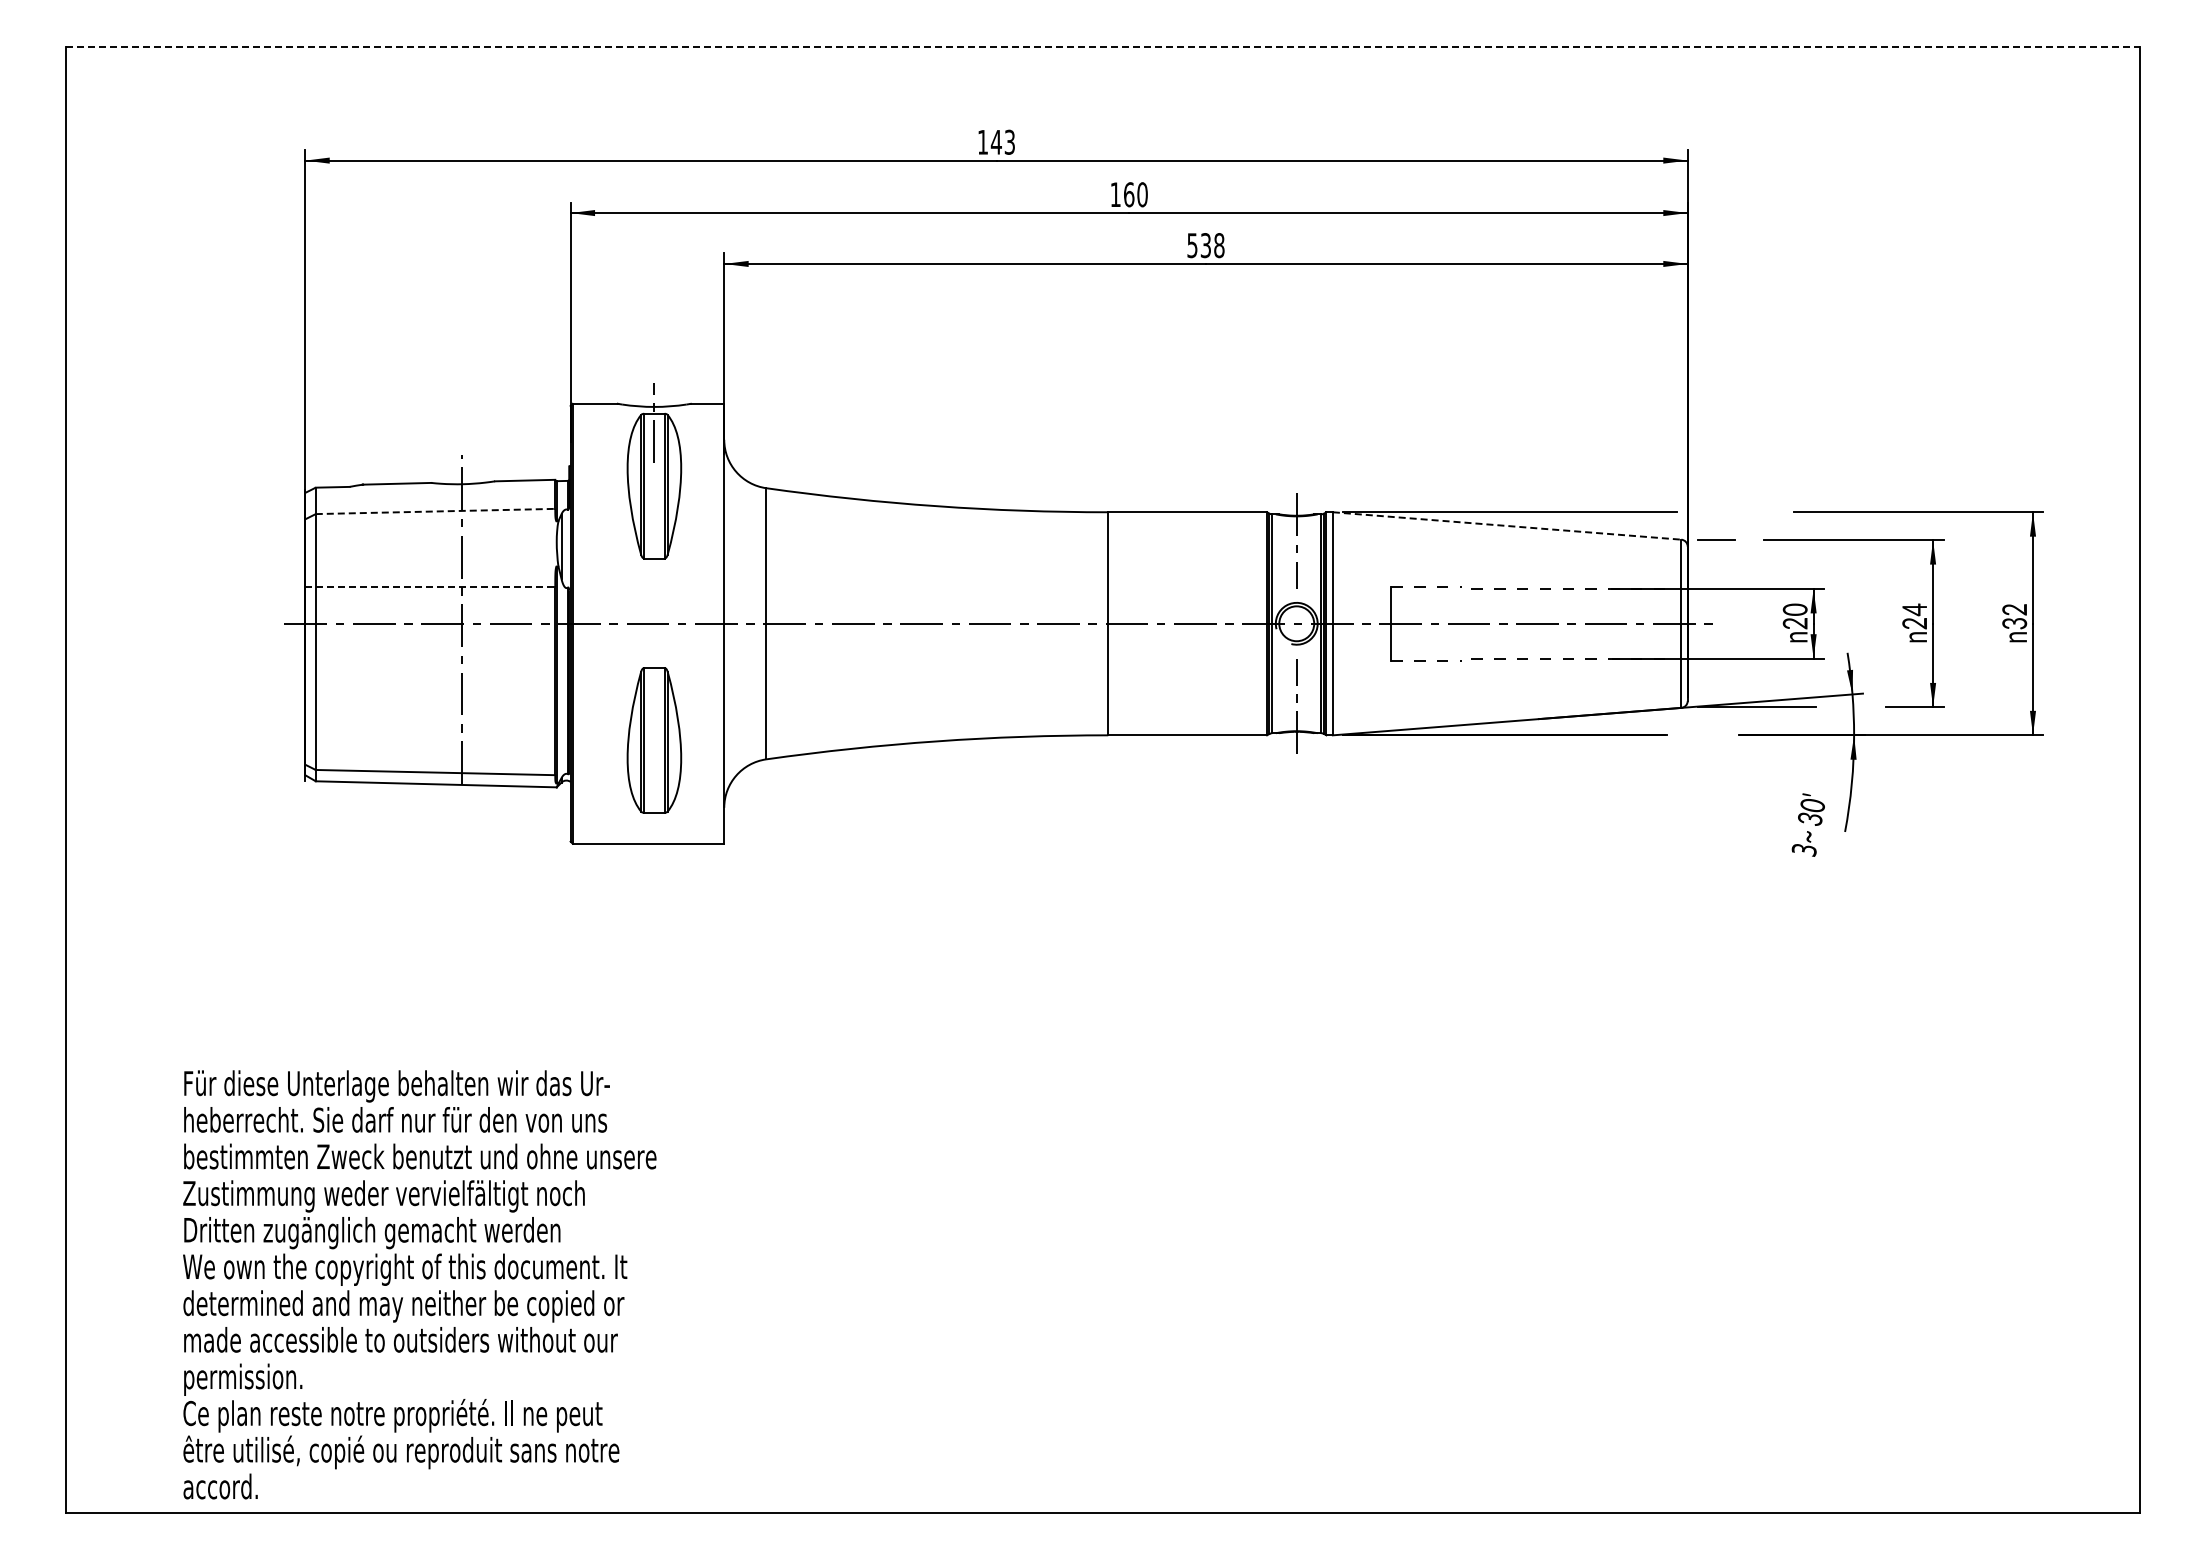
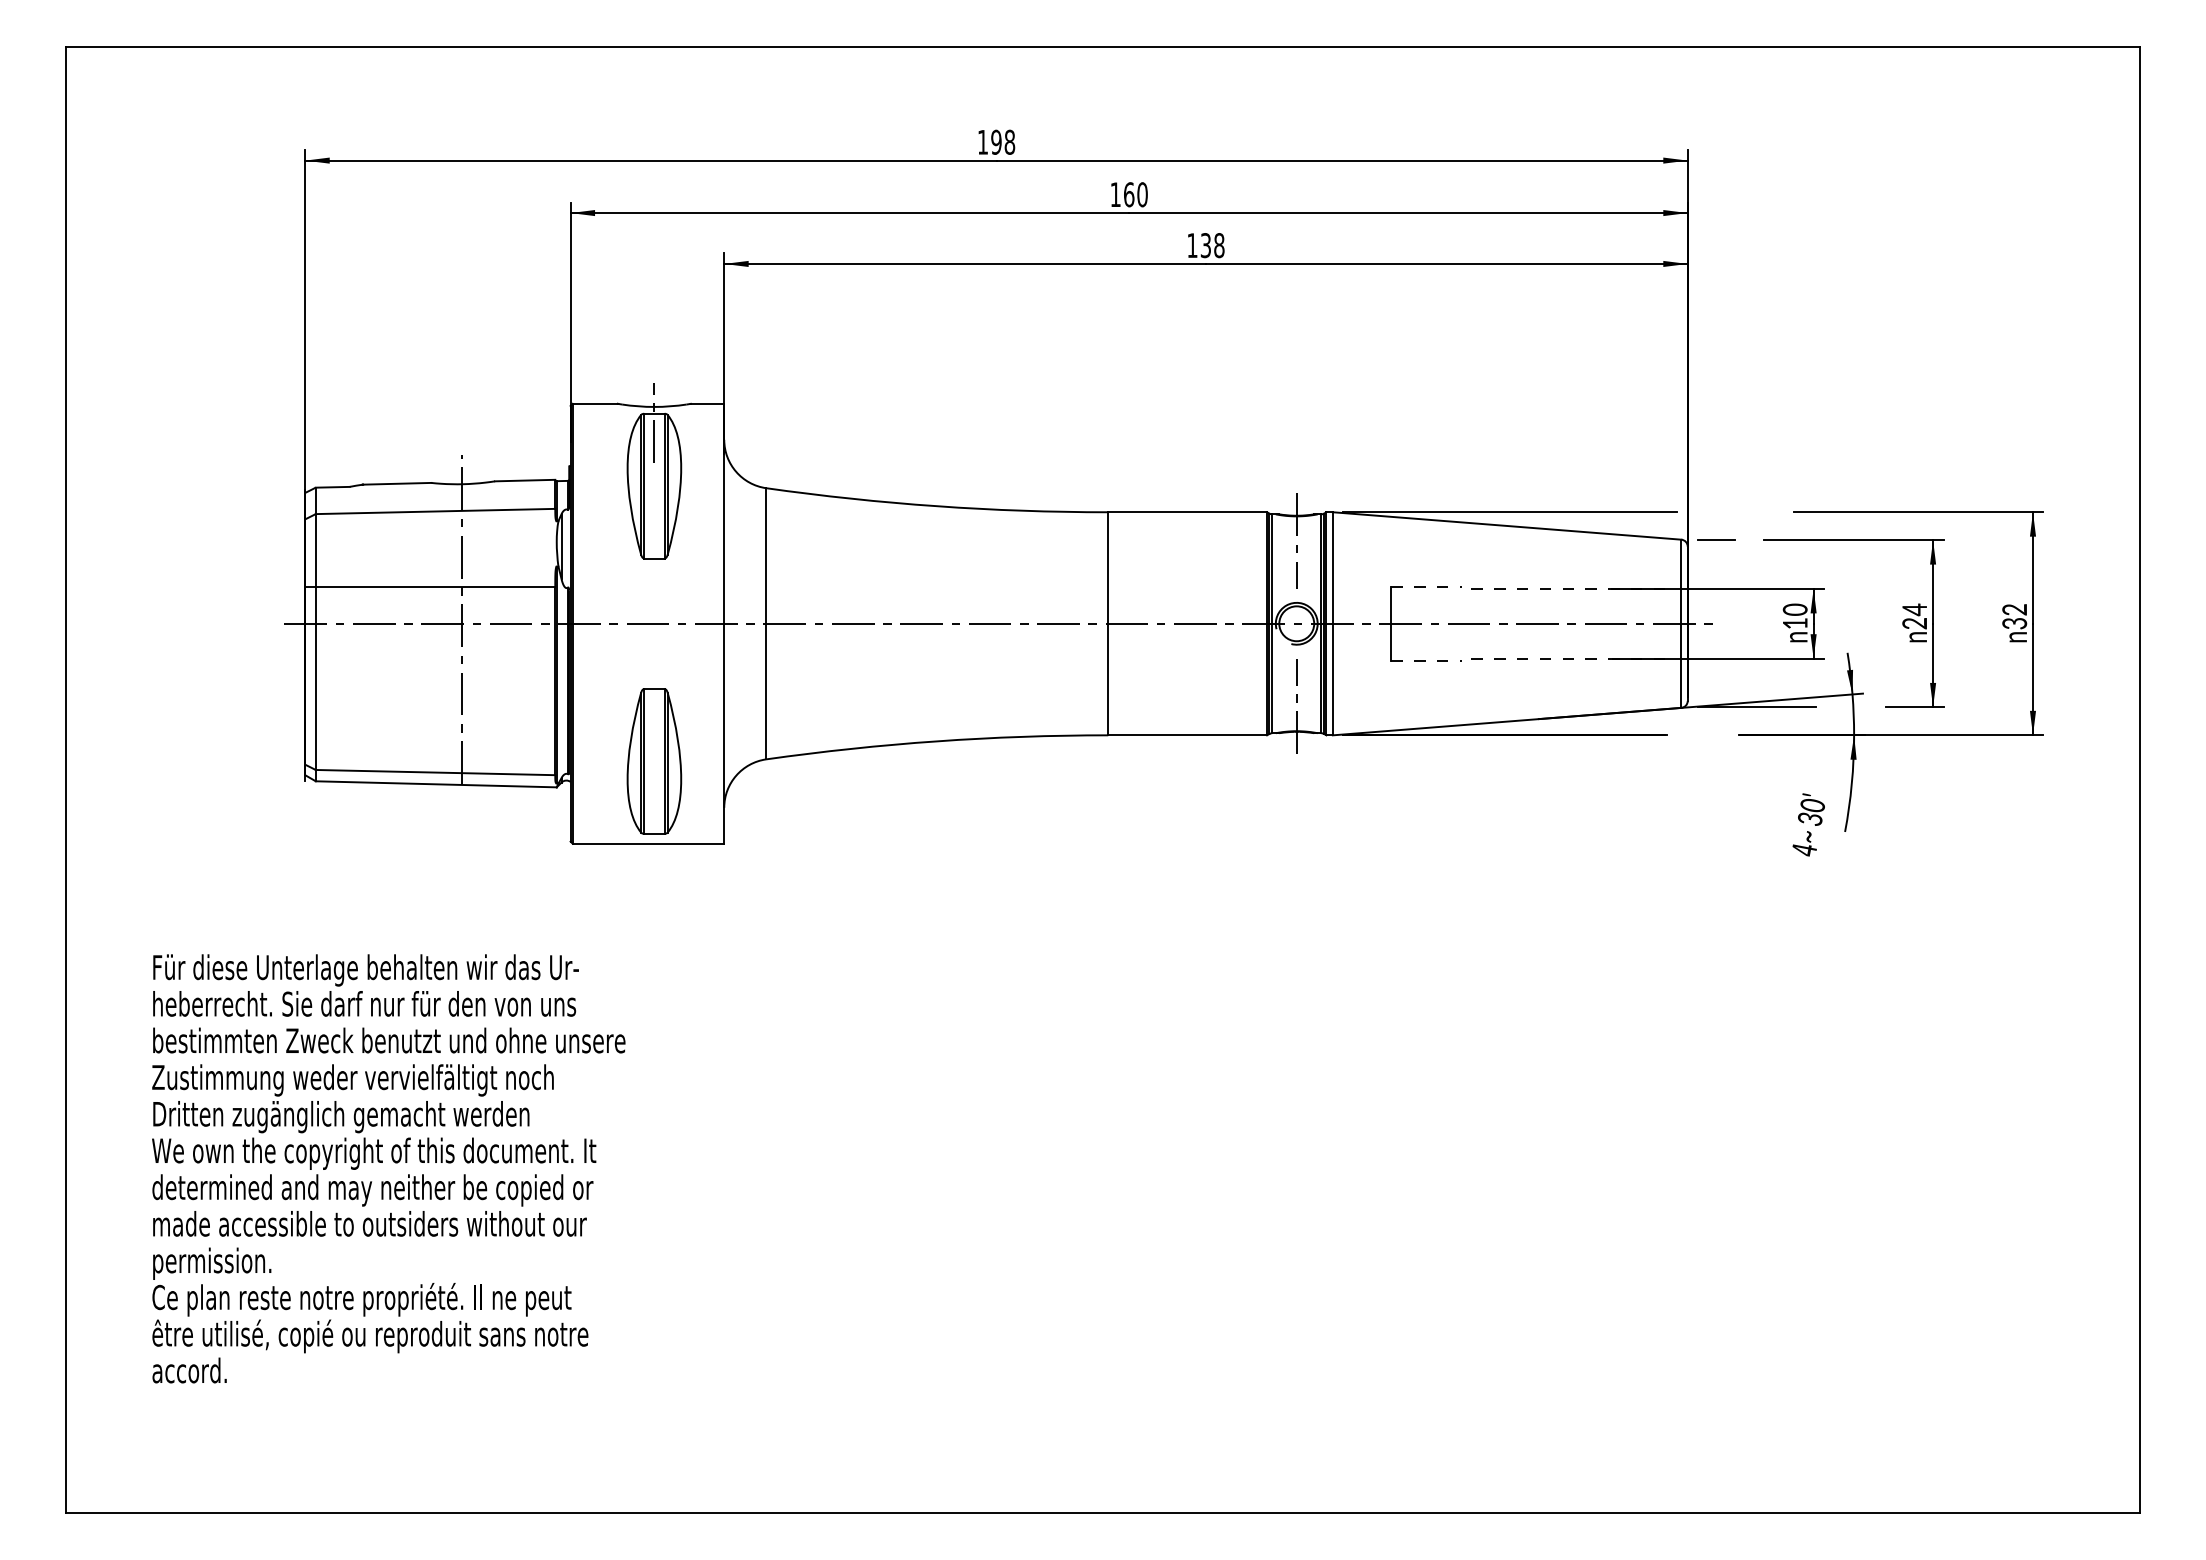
line at (1103, 46): dashed -> solid
text at (1002, 141): 143 -> 198
text at (1192, 245): 538 -> 138
line at (435, 511): dashed -> solid
line at (1507, 525): dashed -> solid
line at (430, 587): dashed -> solid
text at (1794, 623): 20 -> 10
part at (654, 740) position: (654, 740) -> (654, 761)
text at (1803, 850): 3 -> 4
text at (419, 1284) position: (419, 1284) -> (388, 1168)
